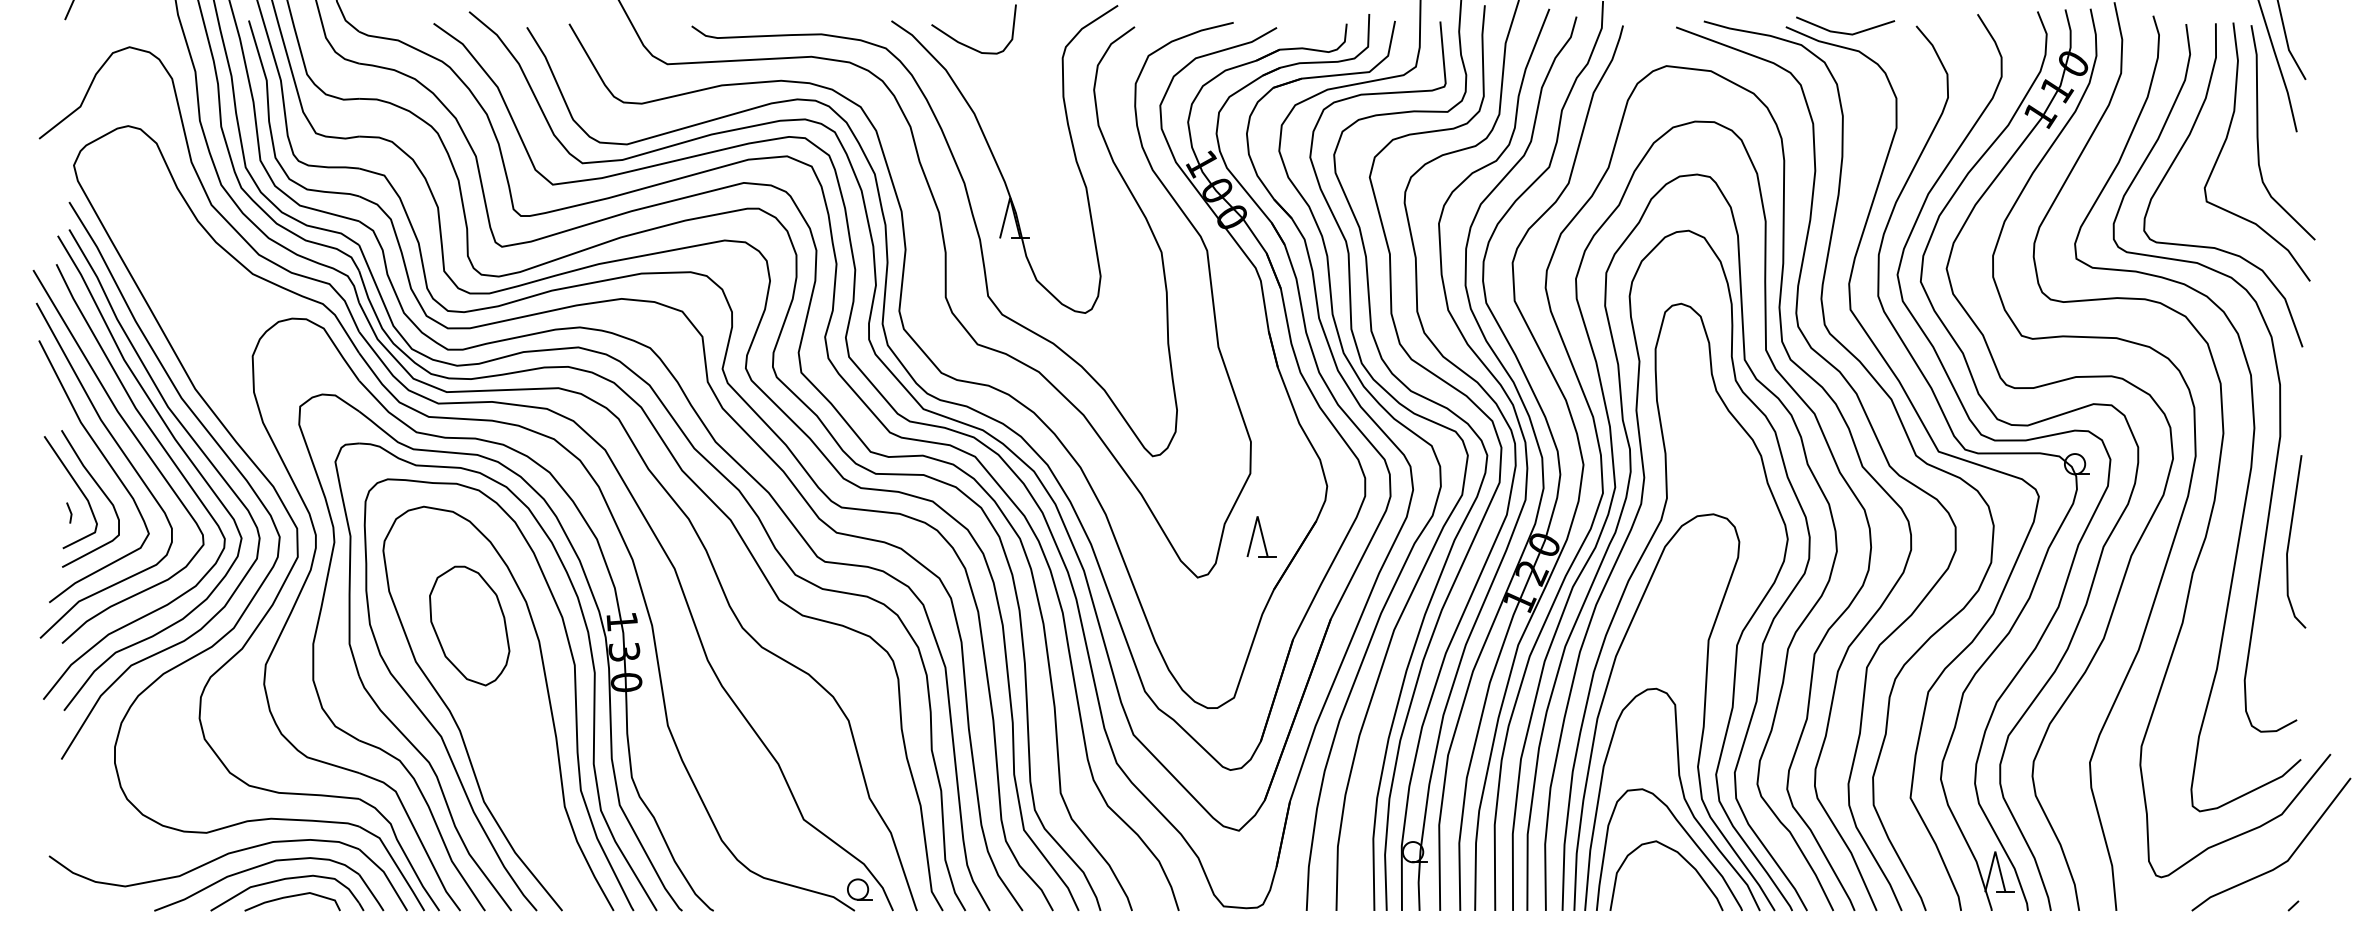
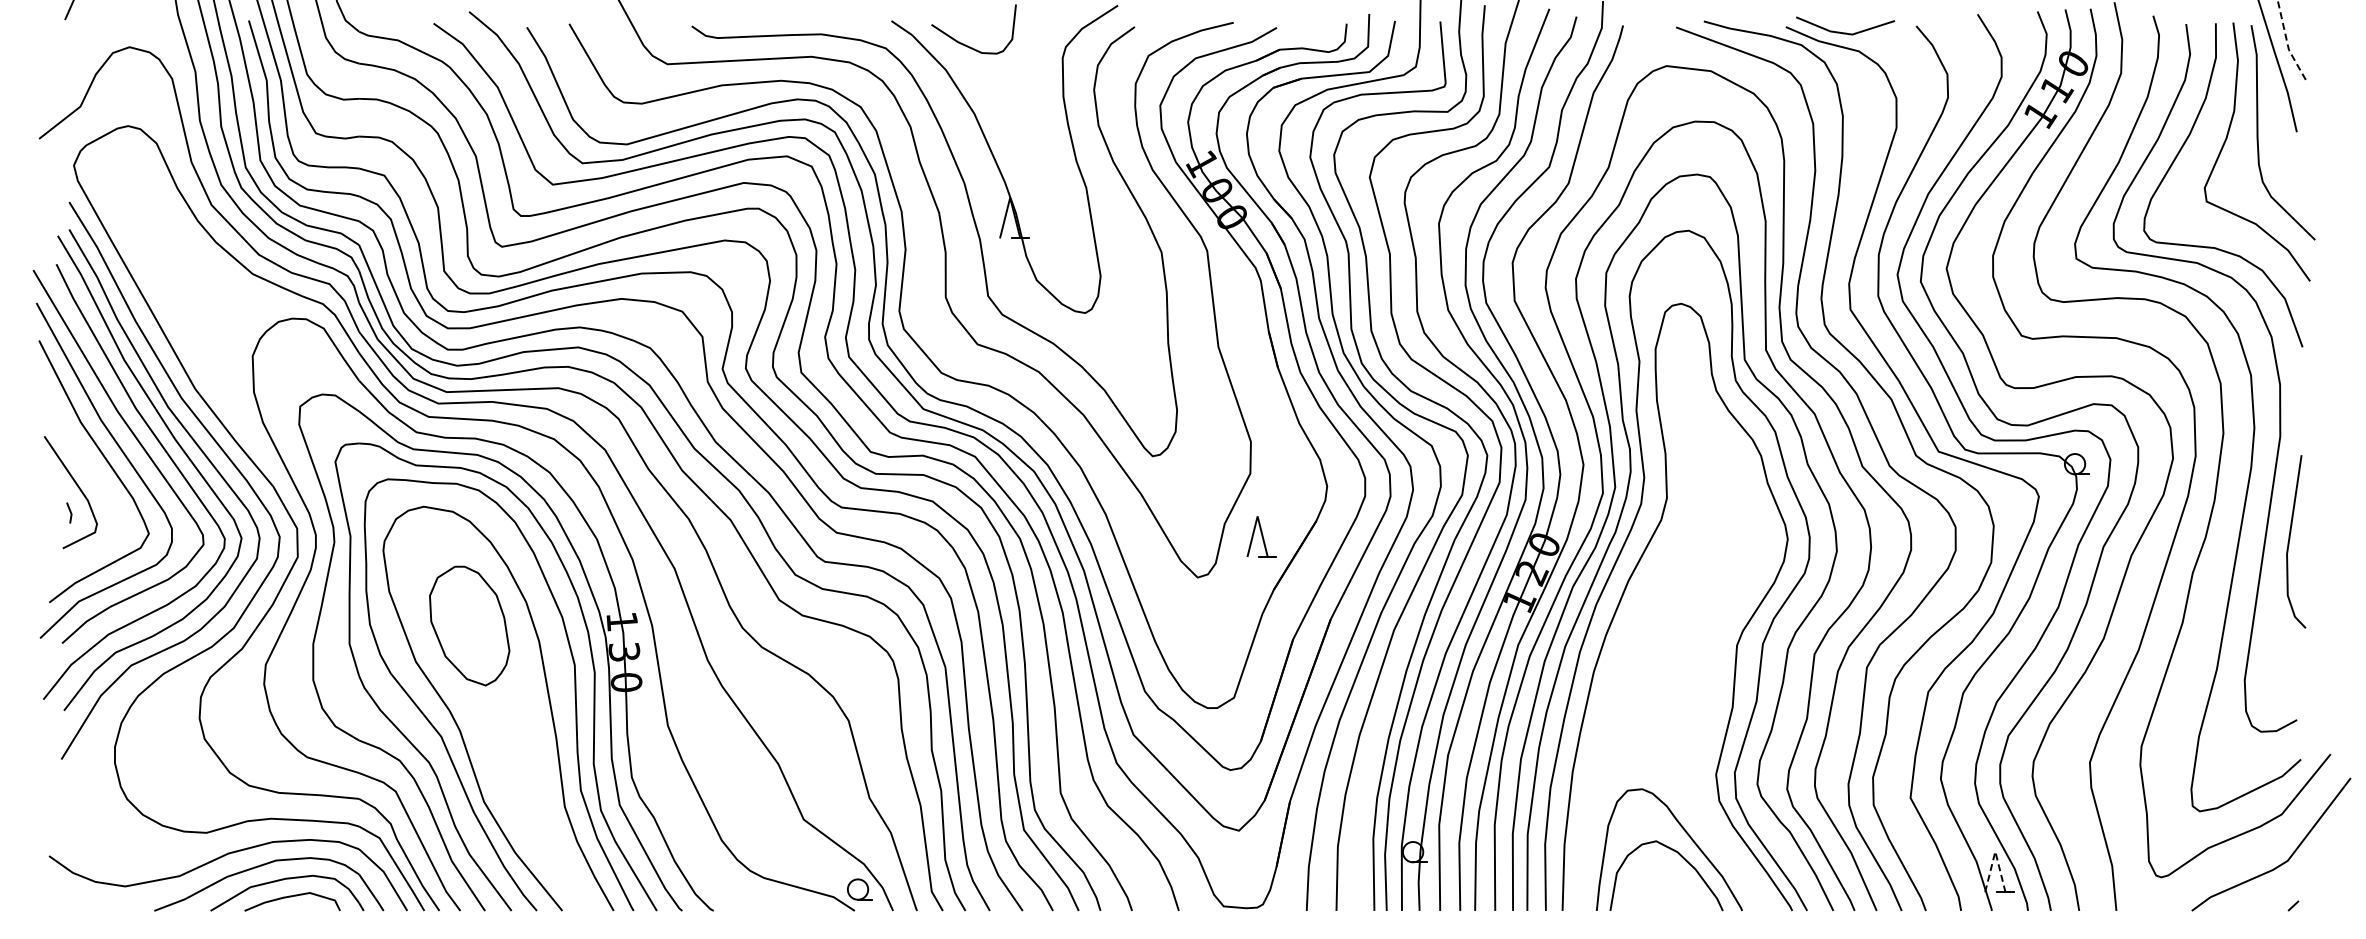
line at (2287, 42): solid -> dashed
curve at (100, 490): present -> none
part at (1674, 712): present -> none
line at (1995, 851): solid -> dashed
